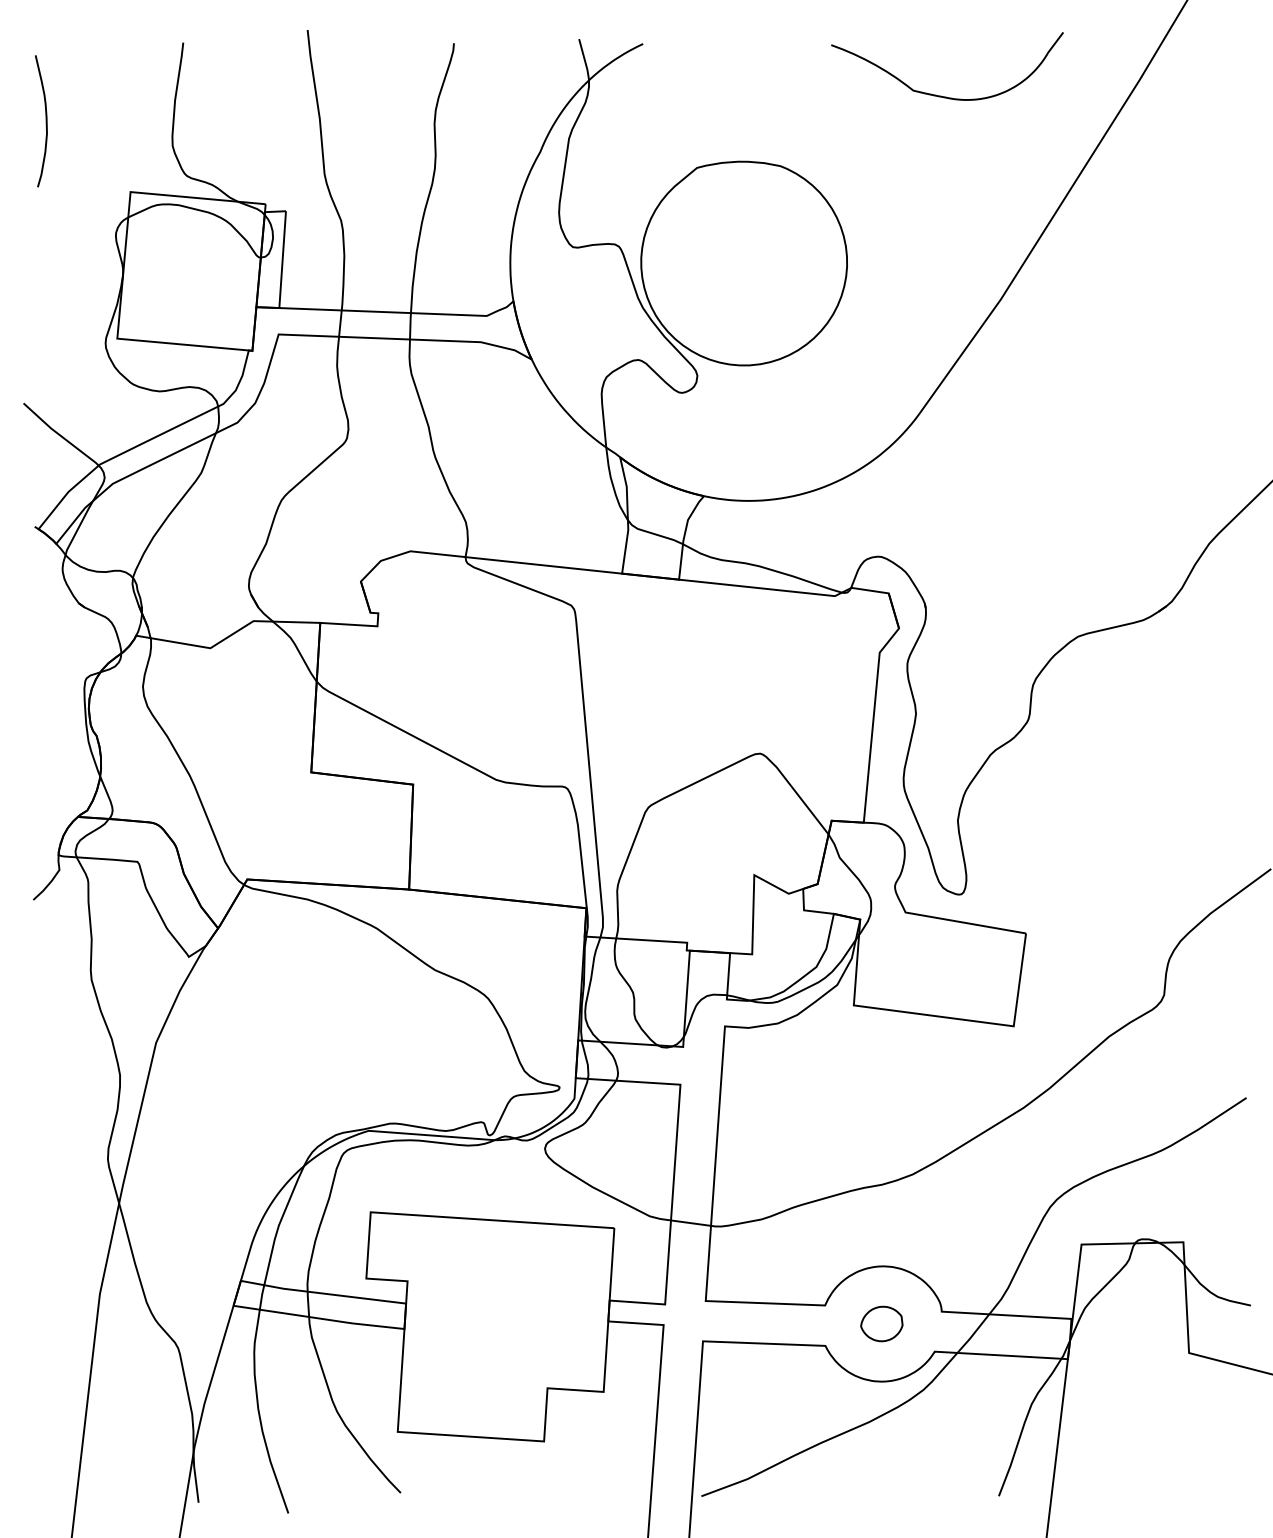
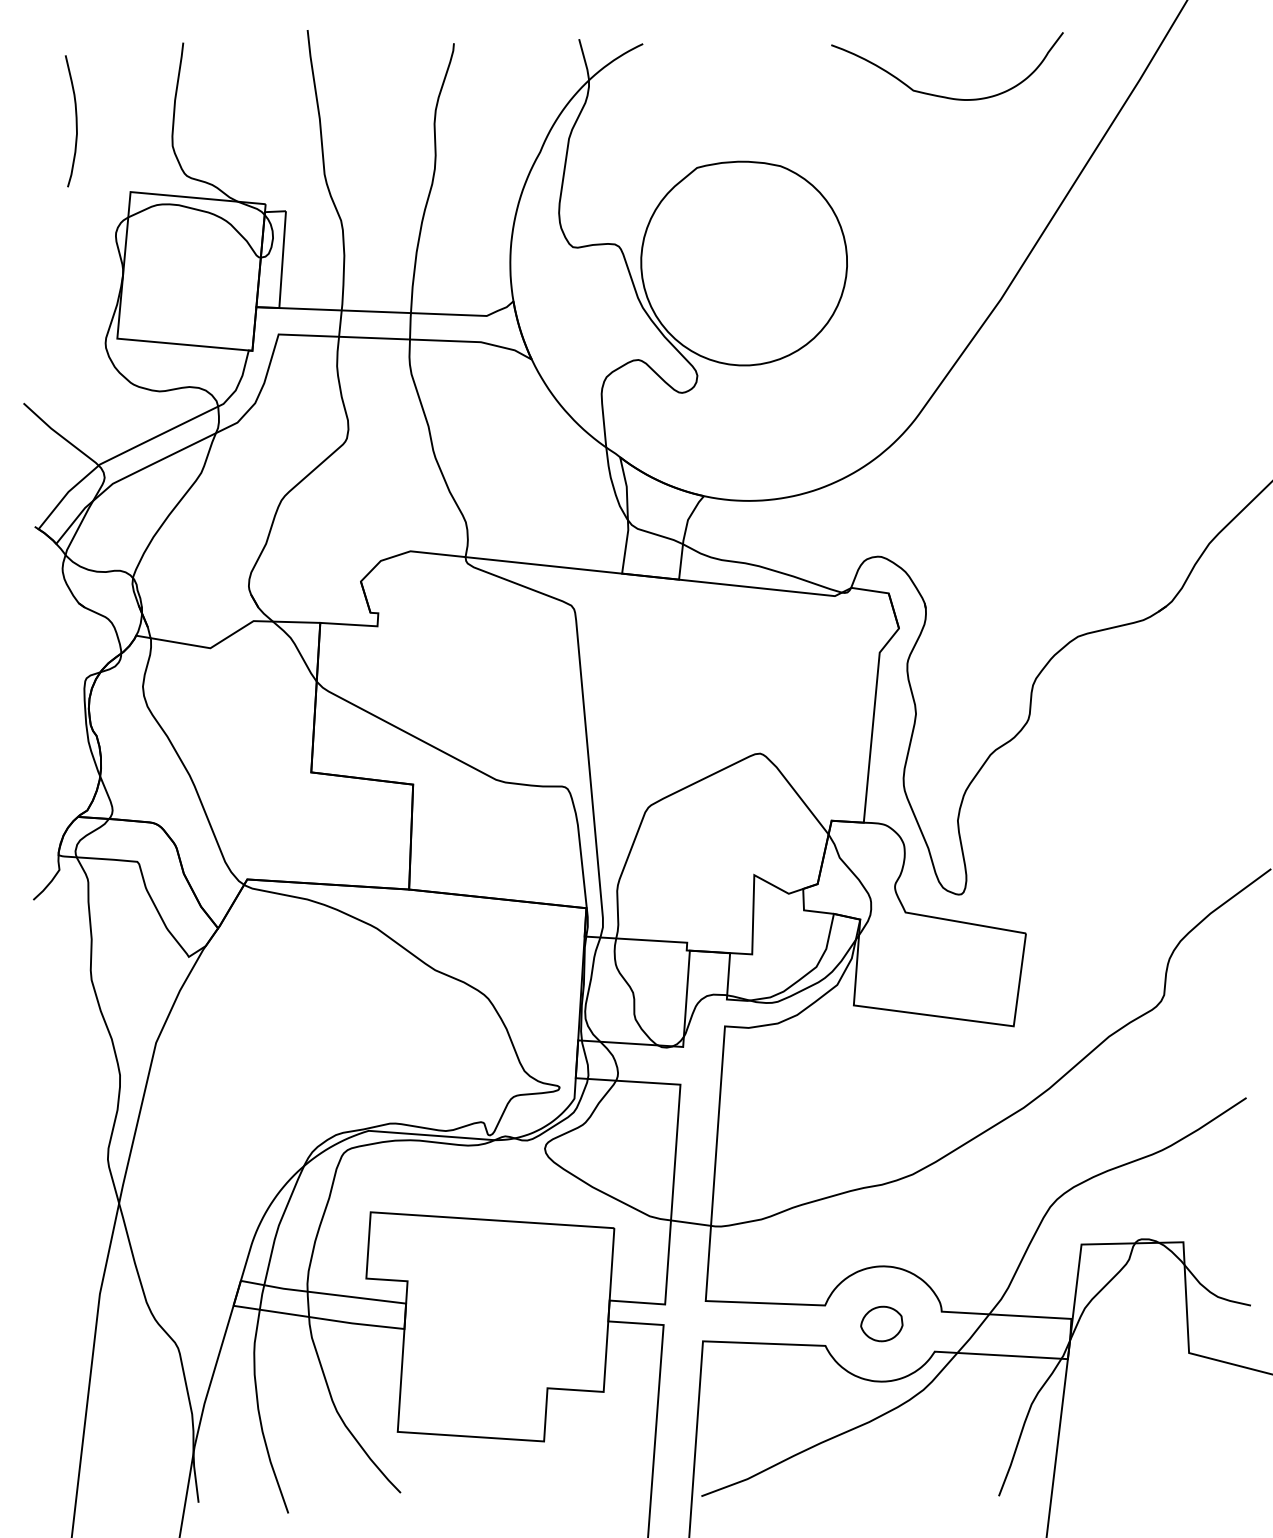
curve at (45, 121) position: (45, 121) -> (75, 121)
